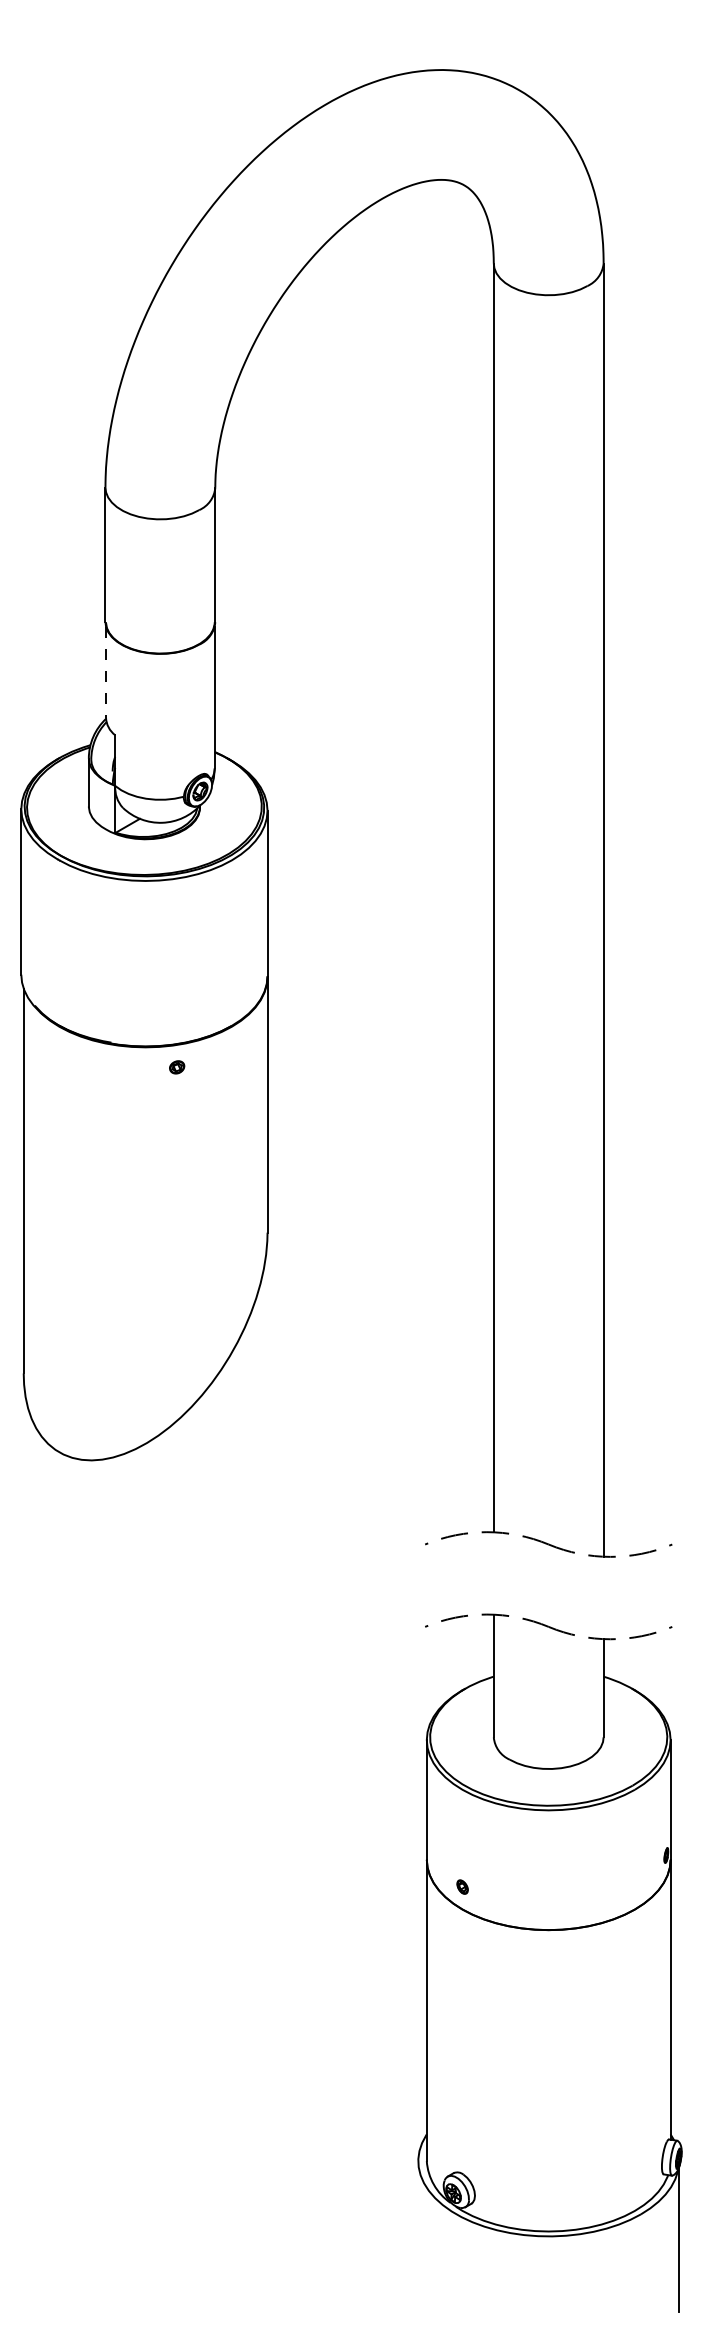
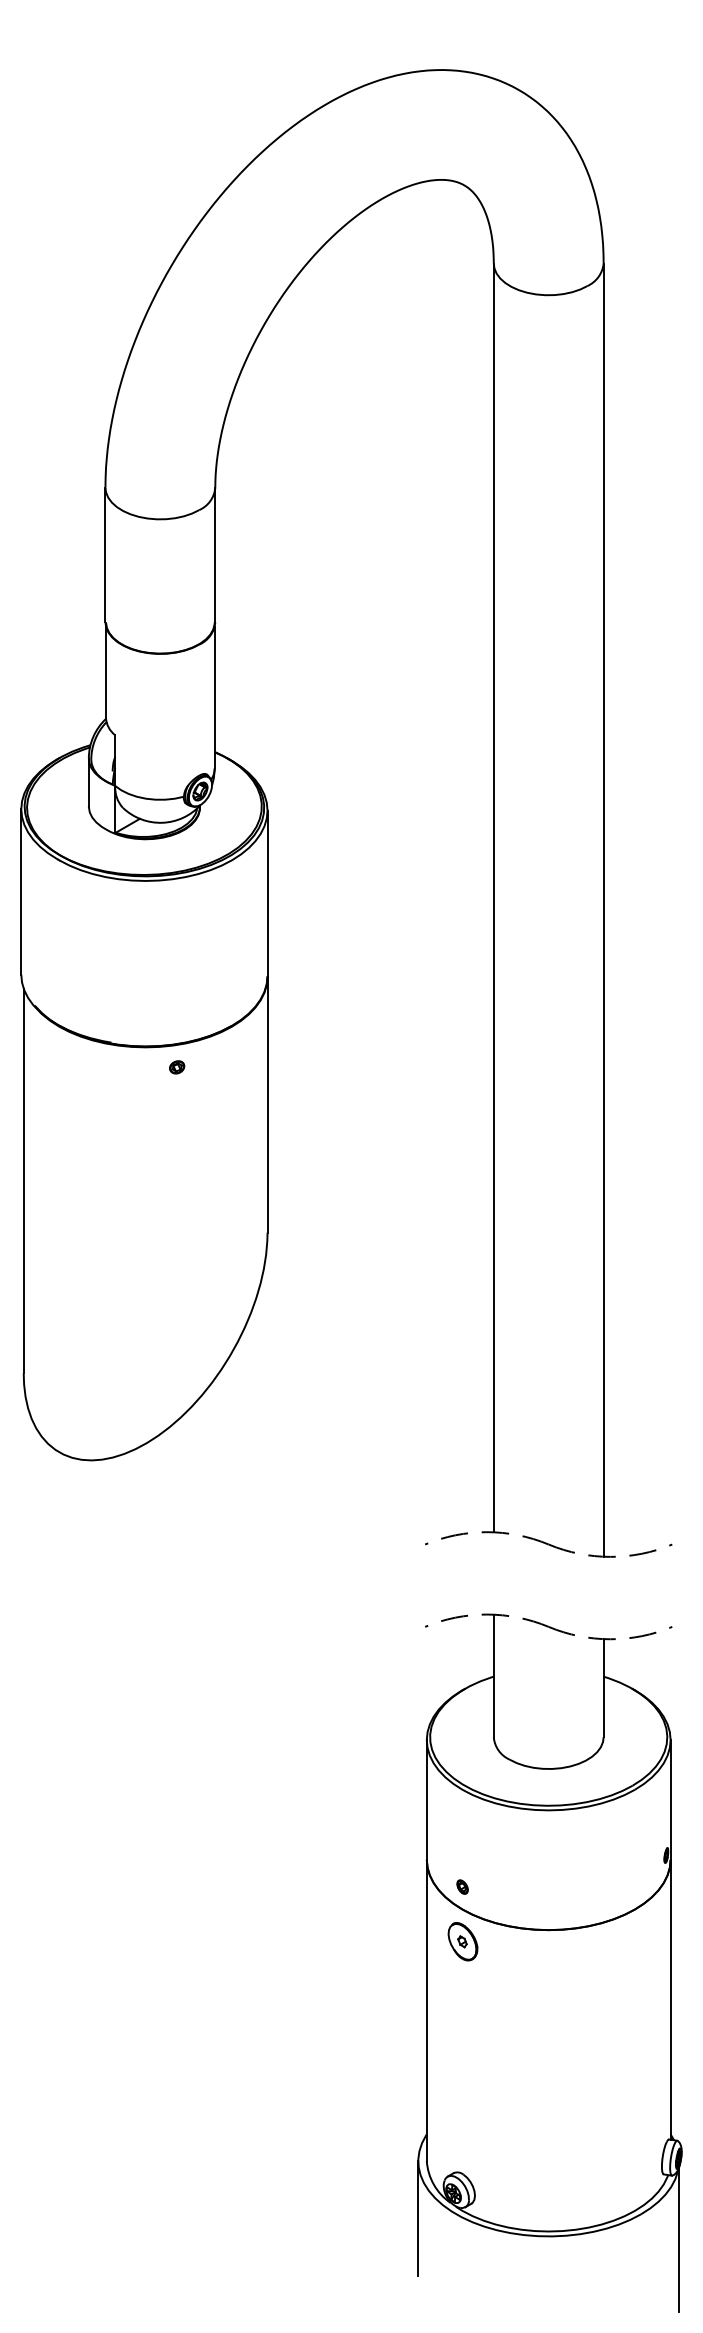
line at (106, 672): dashed -> solid
part at (462, 1941): none -> present
line at (418, 2218): none -> present
